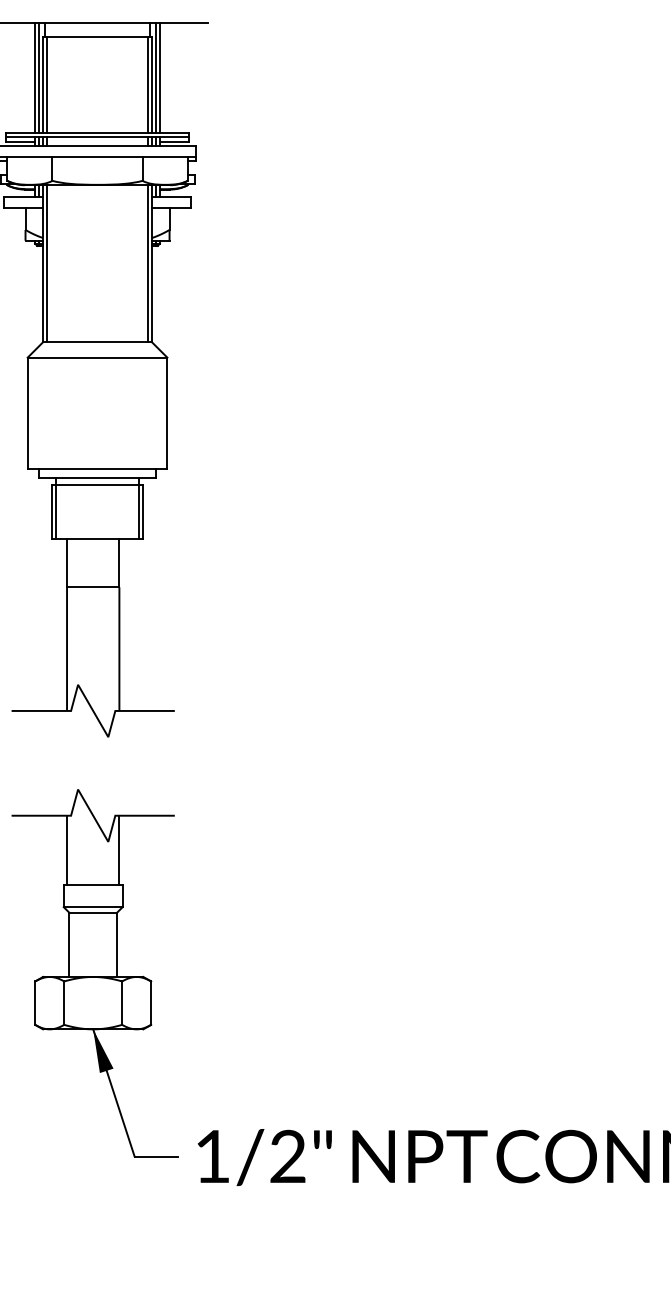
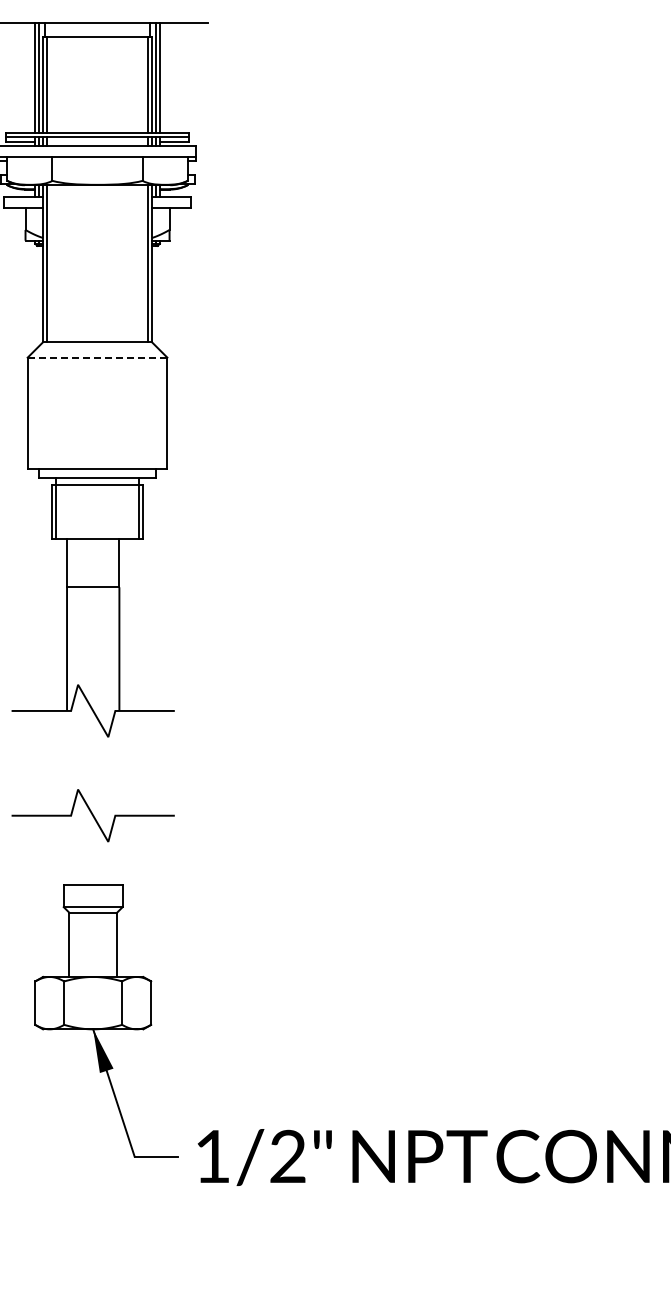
line at (97, 357): solid -> dashed
line at (67, 850): present -> none
line at (119, 850): present -> none
